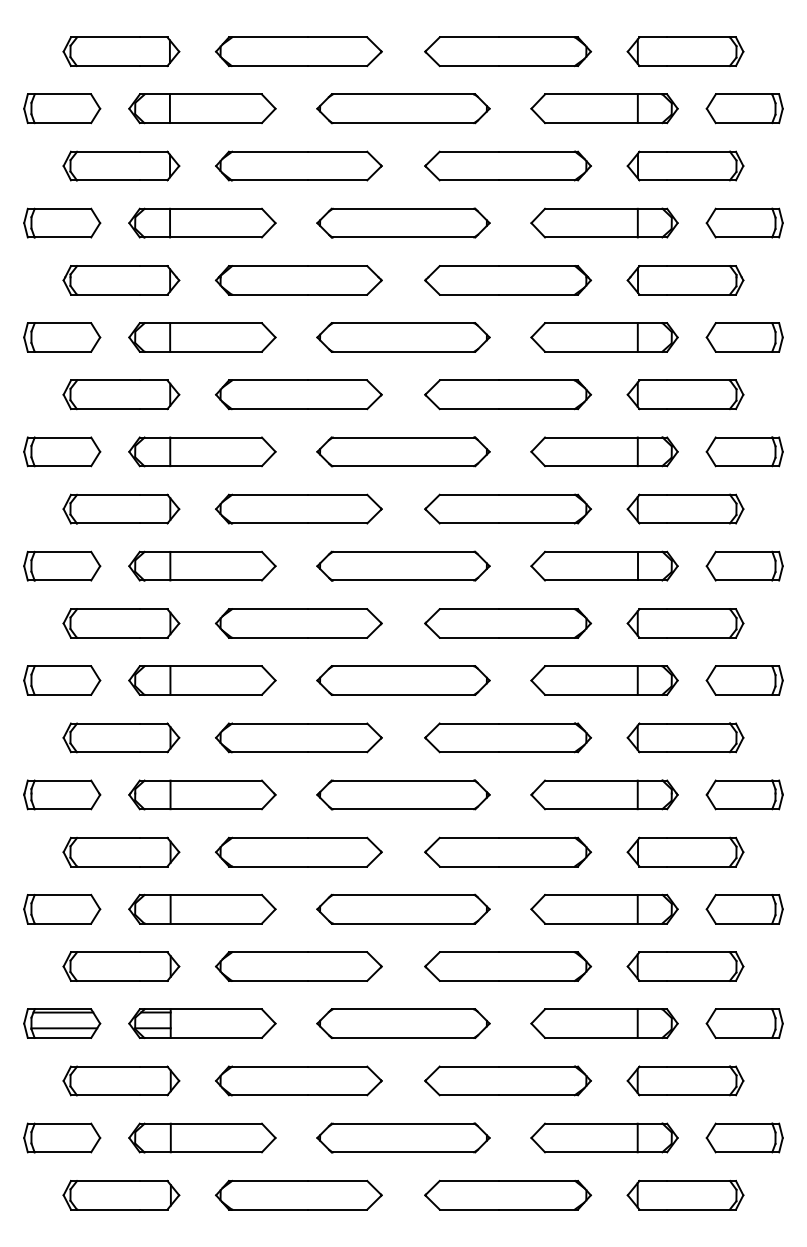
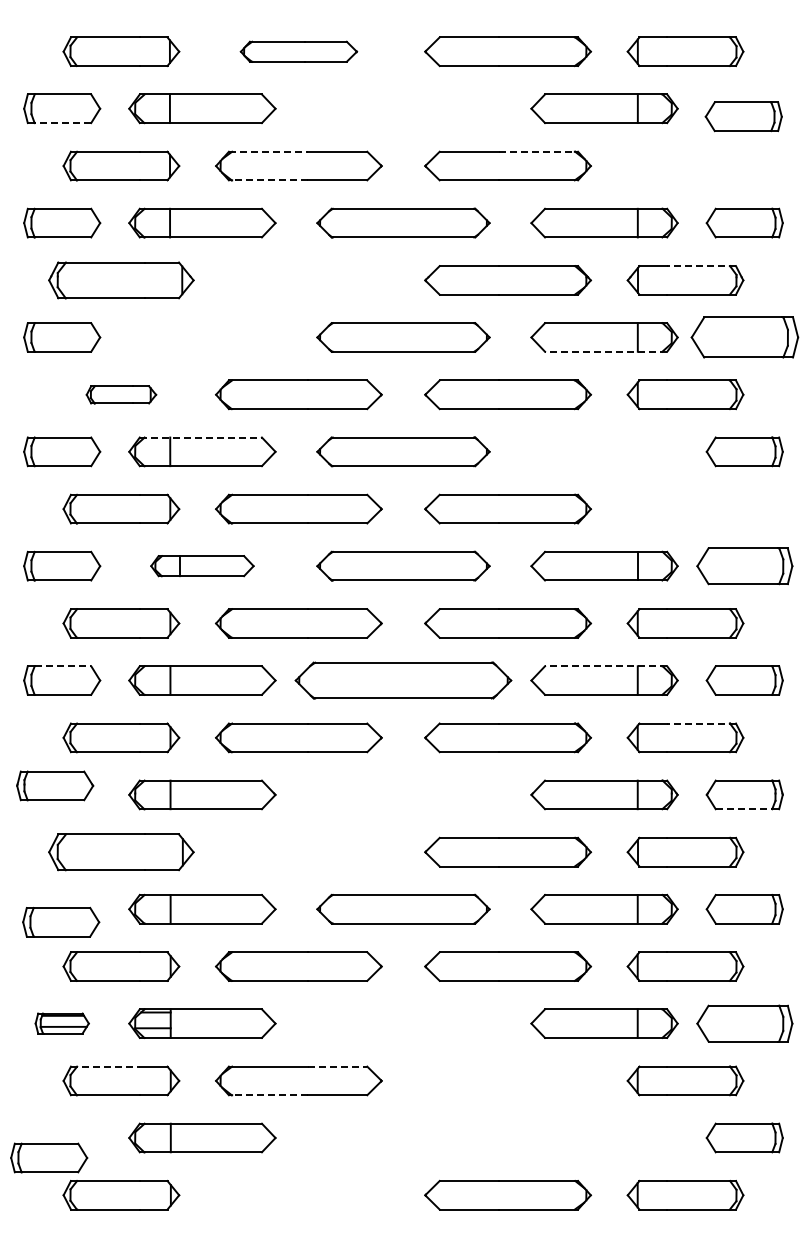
part at (298, 51) size: 168x32 px -> 120x23 px
part at (403, 108): present -> none
part at (744, 108) position: (744, 108) -> (743, 116)
line at (63, 123): solid -> dashed
line at (268, 151): solid -> dashed
line at (538, 151): solid -> dashed
part at (685, 165): present -> none
line at (268, 180): solid -> dashed
line at (701, 266): solid -> dashed
part at (121, 280) size: 119x31 px -> 147x39 px
part at (298, 280): present -> none
part at (202, 337): present -> none
part at (744, 337) size: 79x31 px -> 110x43 px
line at (605, 351): solid -> dashed
part at (121, 394) size: 119x32 px -> 73x20 px
line at (201, 437): solid -> dashed
part at (604, 451): present -> none
part at (685, 508): present -> none
part at (202, 565) size: 149x32 px -> 105x23 px
part at (744, 565) size: 79x32 px -> 98x39 px
line at (63, 666): solid -> dashed
line at (605, 666): solid -> dashed
part at (403, 680) size: 175x31 px -> 219x39 px
line at (701, 723): solid -> dashed
part at (62, 794) position: (62, 794) -> (55, 785)
part at (403, 794): present -> none
line at (743, 809): solid -> dashed
part at (121, 851) size: 119x32 px -> 147x39 px
part at (298, 851): present -> none
part at (62, 908) position: (62, 908) -> (61, 921)
part at (62, 1023) size: 79x31 px -> 56x23 px
part at (403, 1023): present -> none
part at (744, 1023) size: 79x31 px -> 98x39 px
line at (105, 1066): solid -> dashed
line at (337, 1066): solid -> dashed
part at (507, 1080): present -> none
line at (268, 1095): solid -> dashed
part at (62, 1137) position: (62, 1137) -> (49, 1157)
part at (403, 1137): present -> none
part at (604, 1137): present -> none
part at (298, 1194): present -> none
